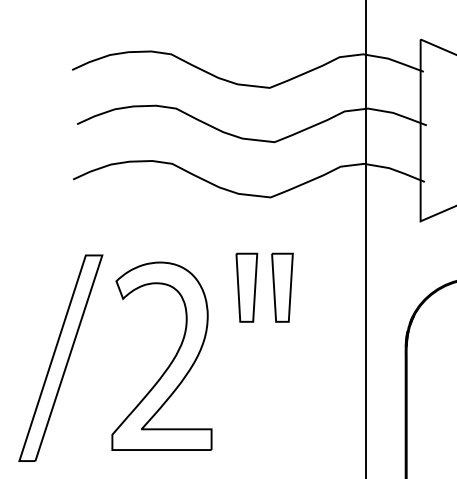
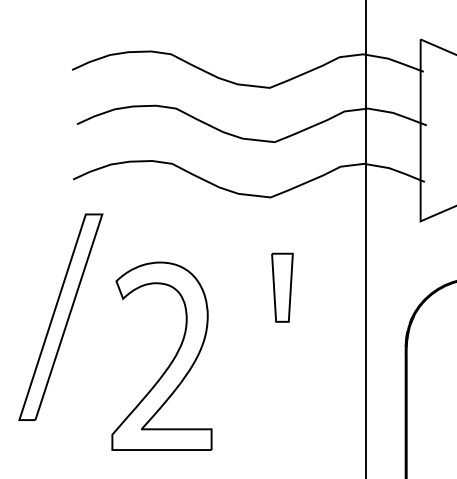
part at (246, 287): present -> none
part at (60, 357) position: (60, 357) -> (60, 316)
